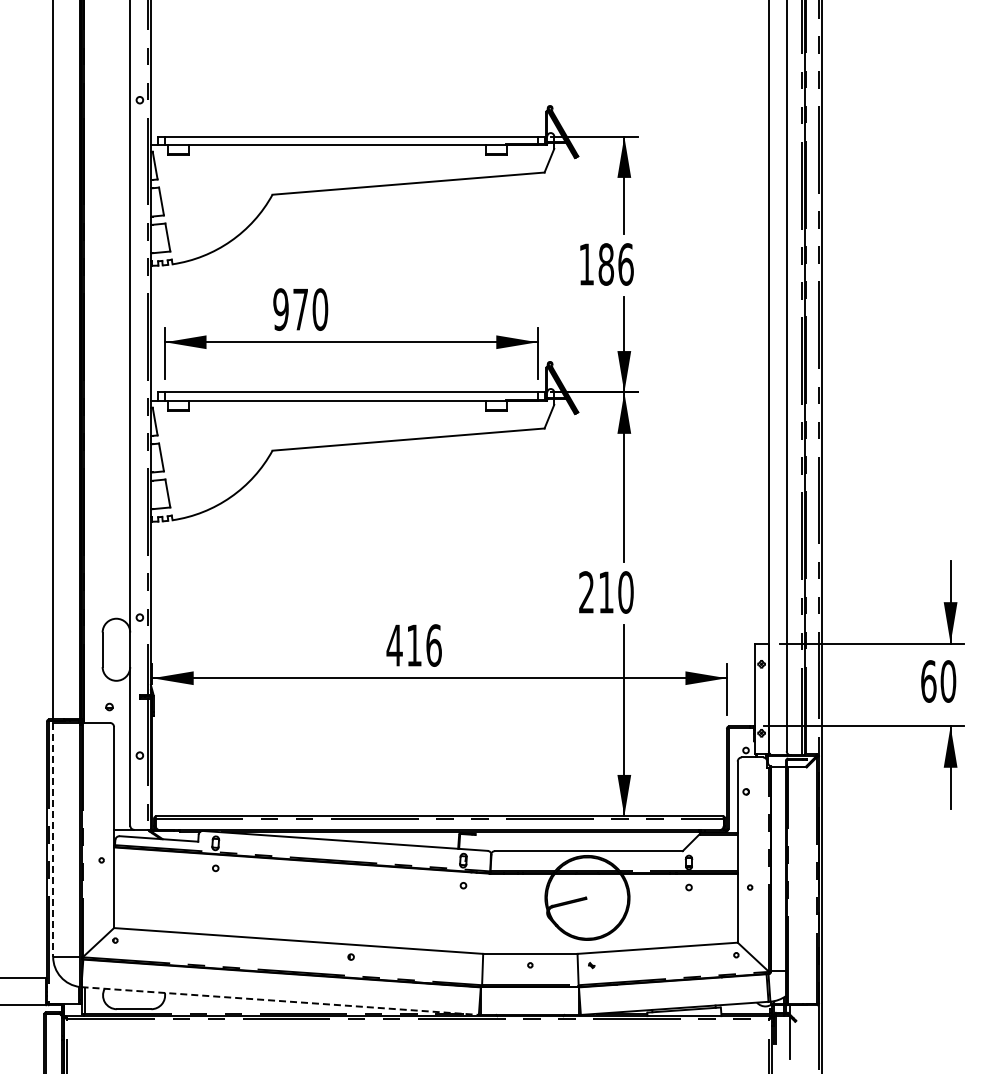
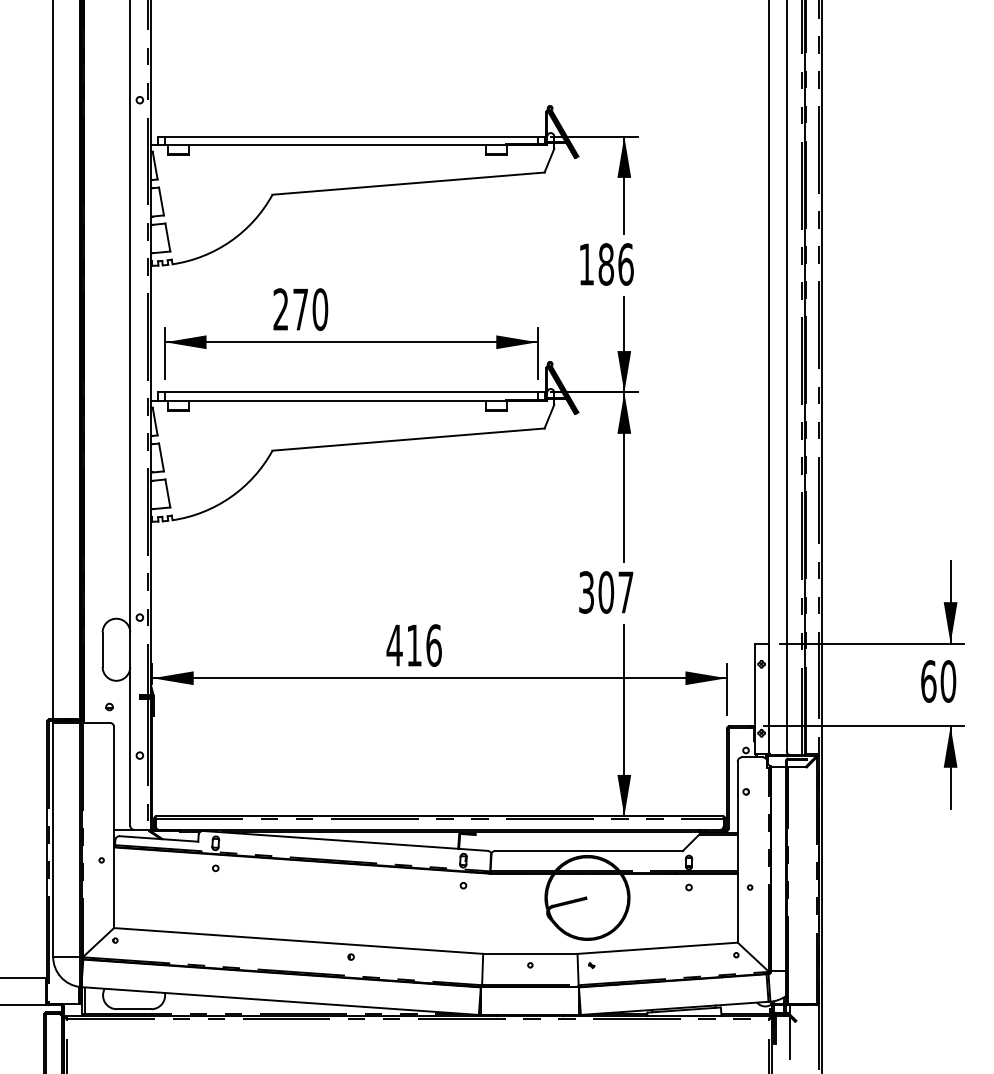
text at (280, 309): 970 -> 270
text at (606, 592): 210 -> 307
line at (53, 840): dashed -> solid
line at (280, 1001): dashed -> solid
